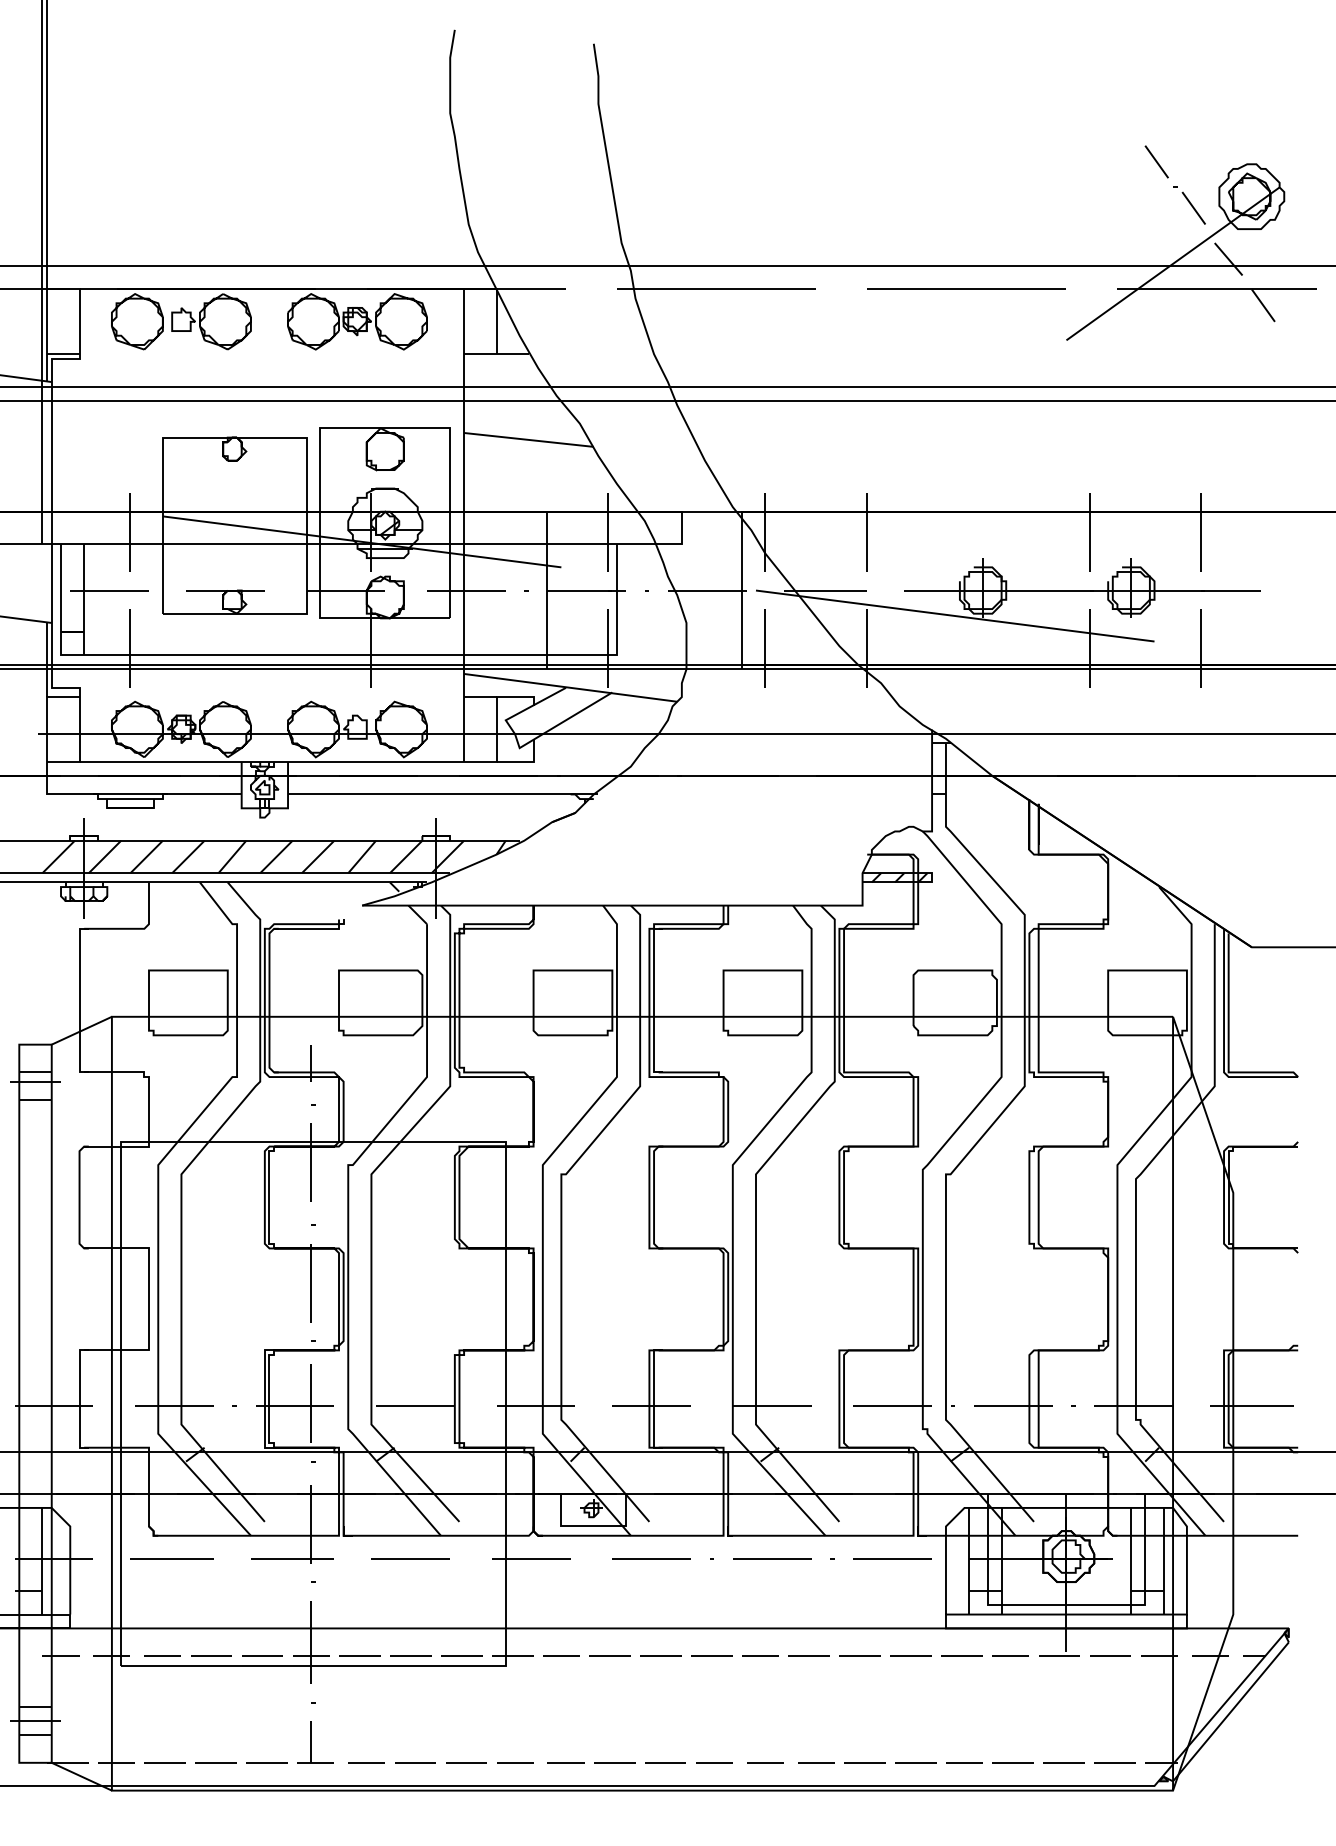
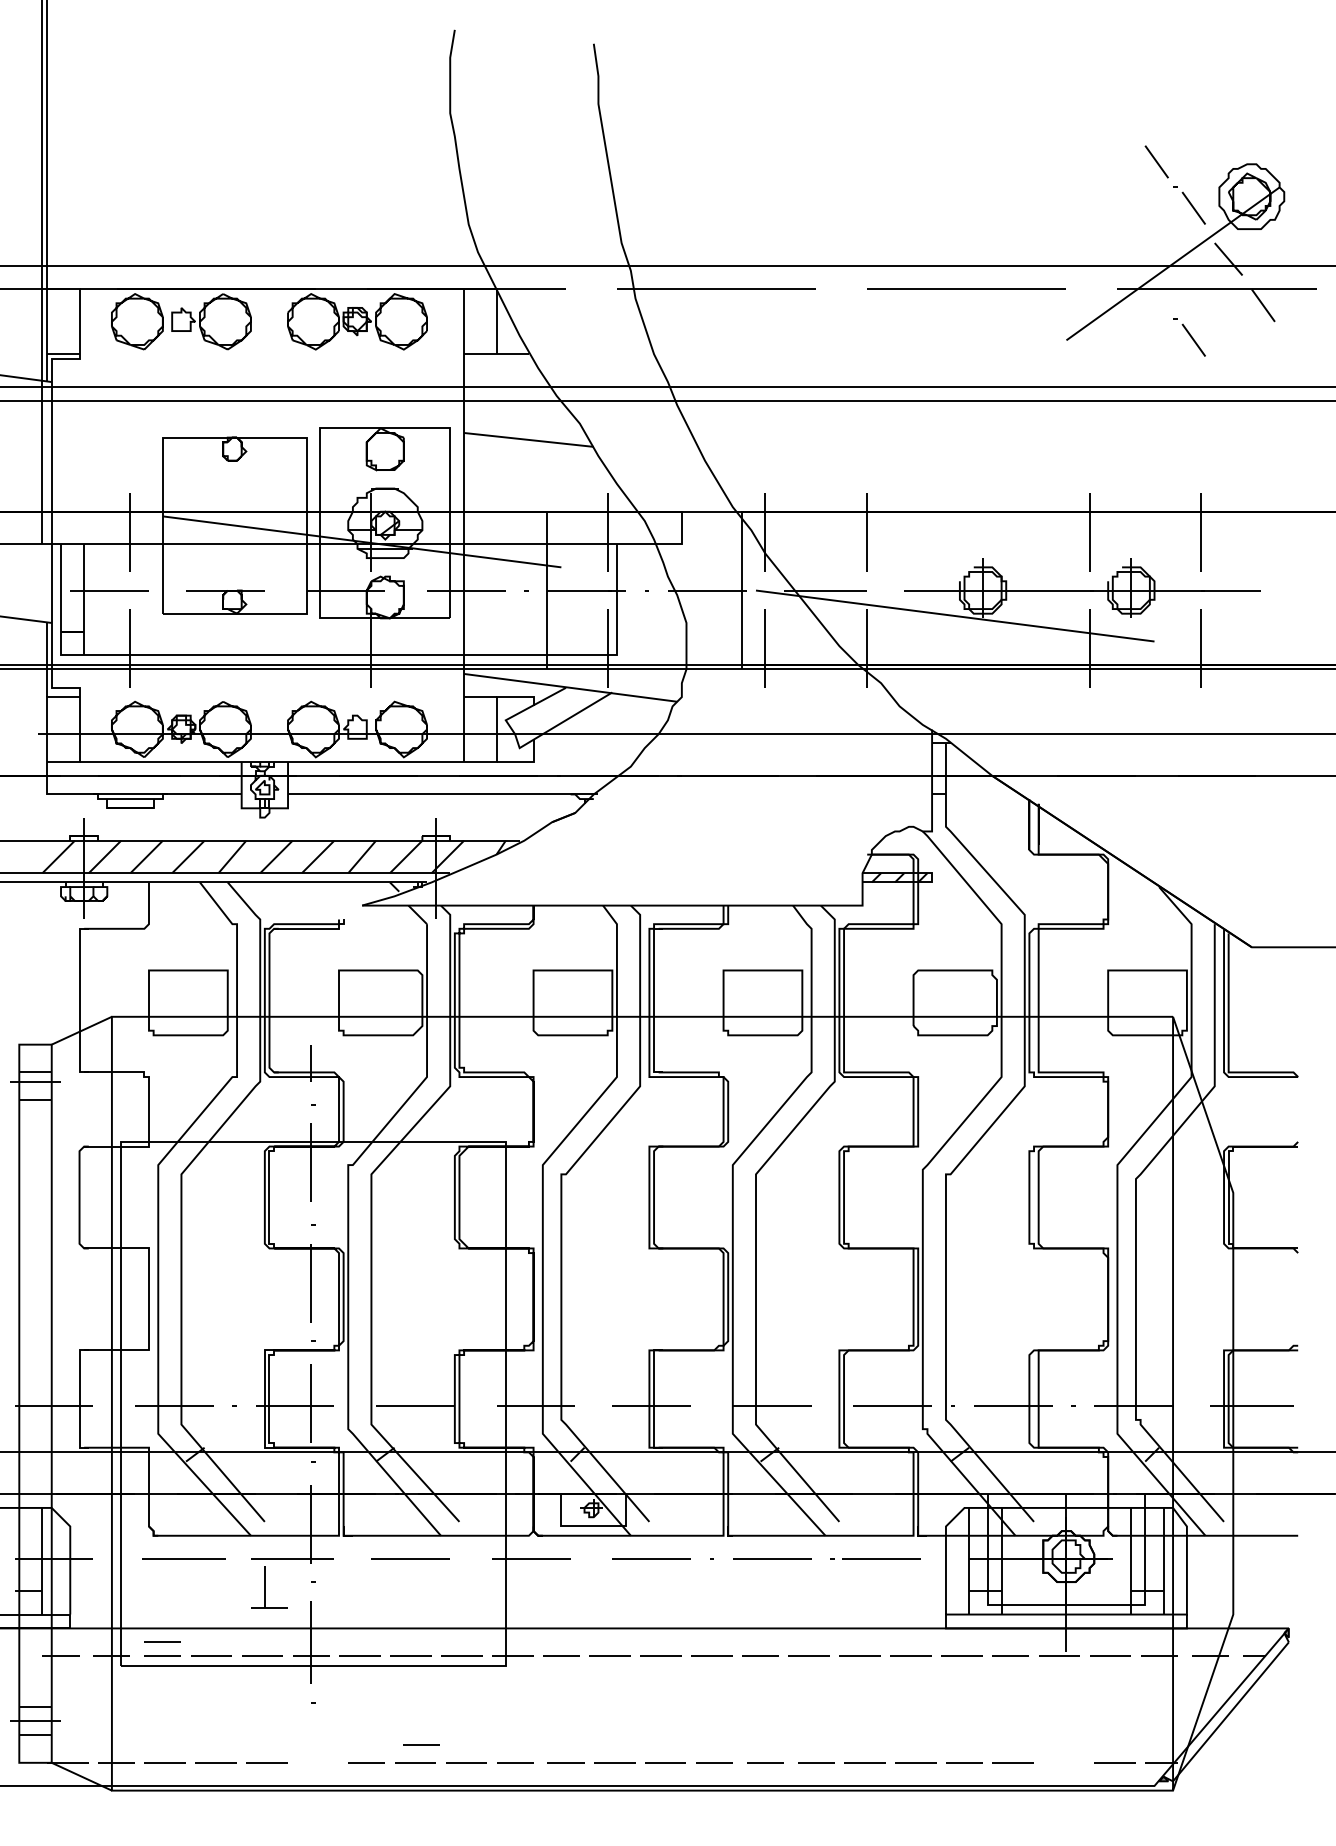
part at (1189, 337): none -> present
line at (171, 1558) position: (171, 1558) -> (183, 1558)
line at (892, 1558) position: (892, 1558) -> (881, 1558)
line at (162, 1641): none -> present
part at (315, 1742) position: (315, 1742) -> (269, 1587)
line at (421, 1744): none -> present
line at (1063, 1762): present -> none
